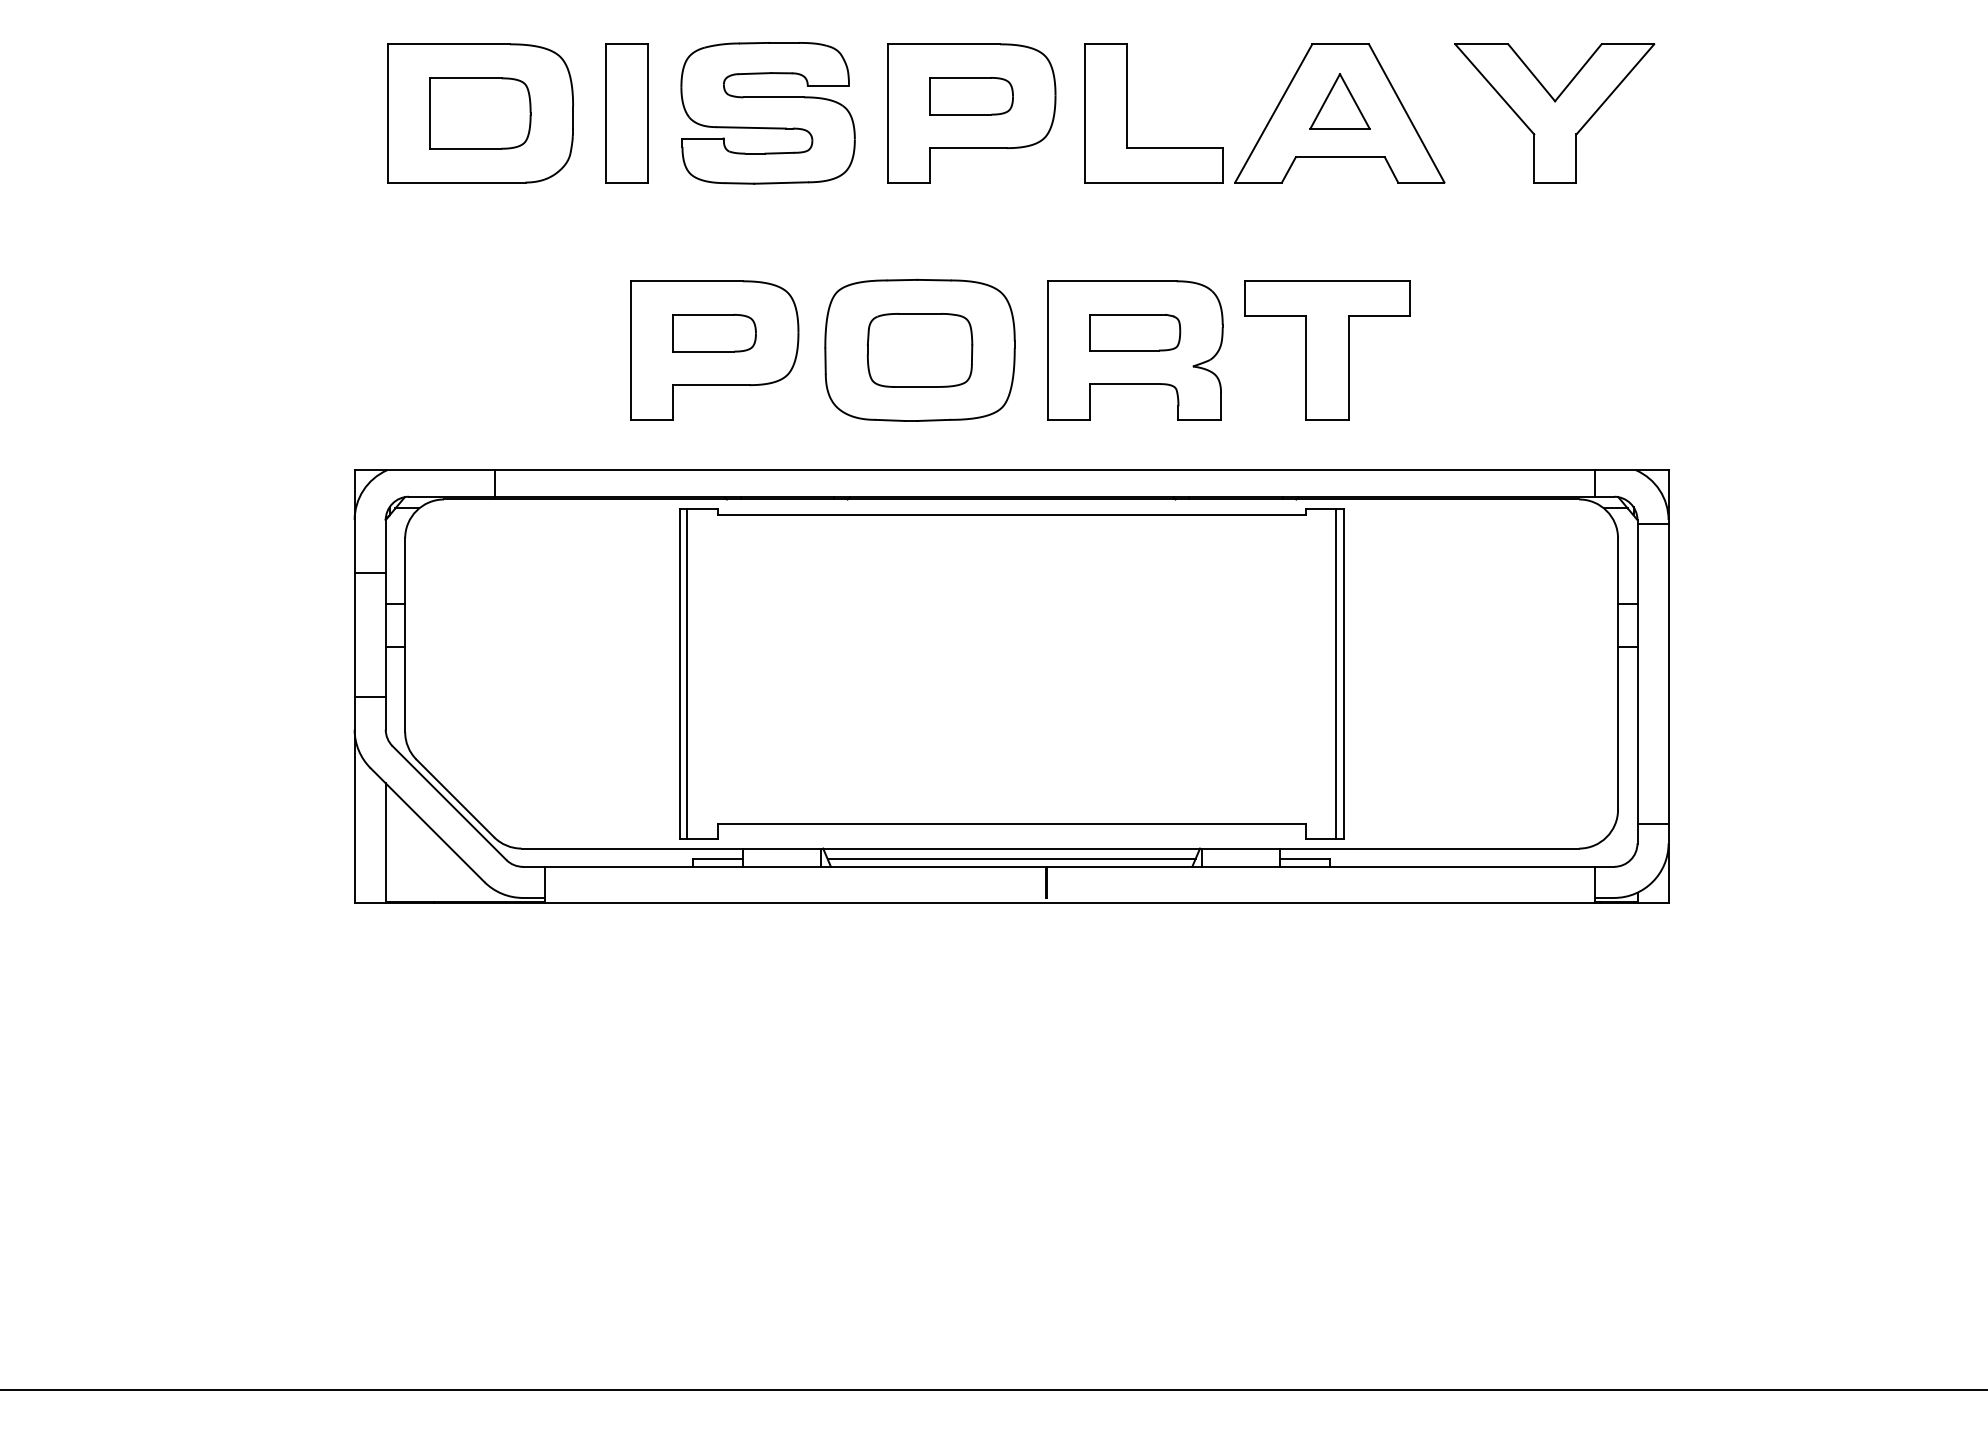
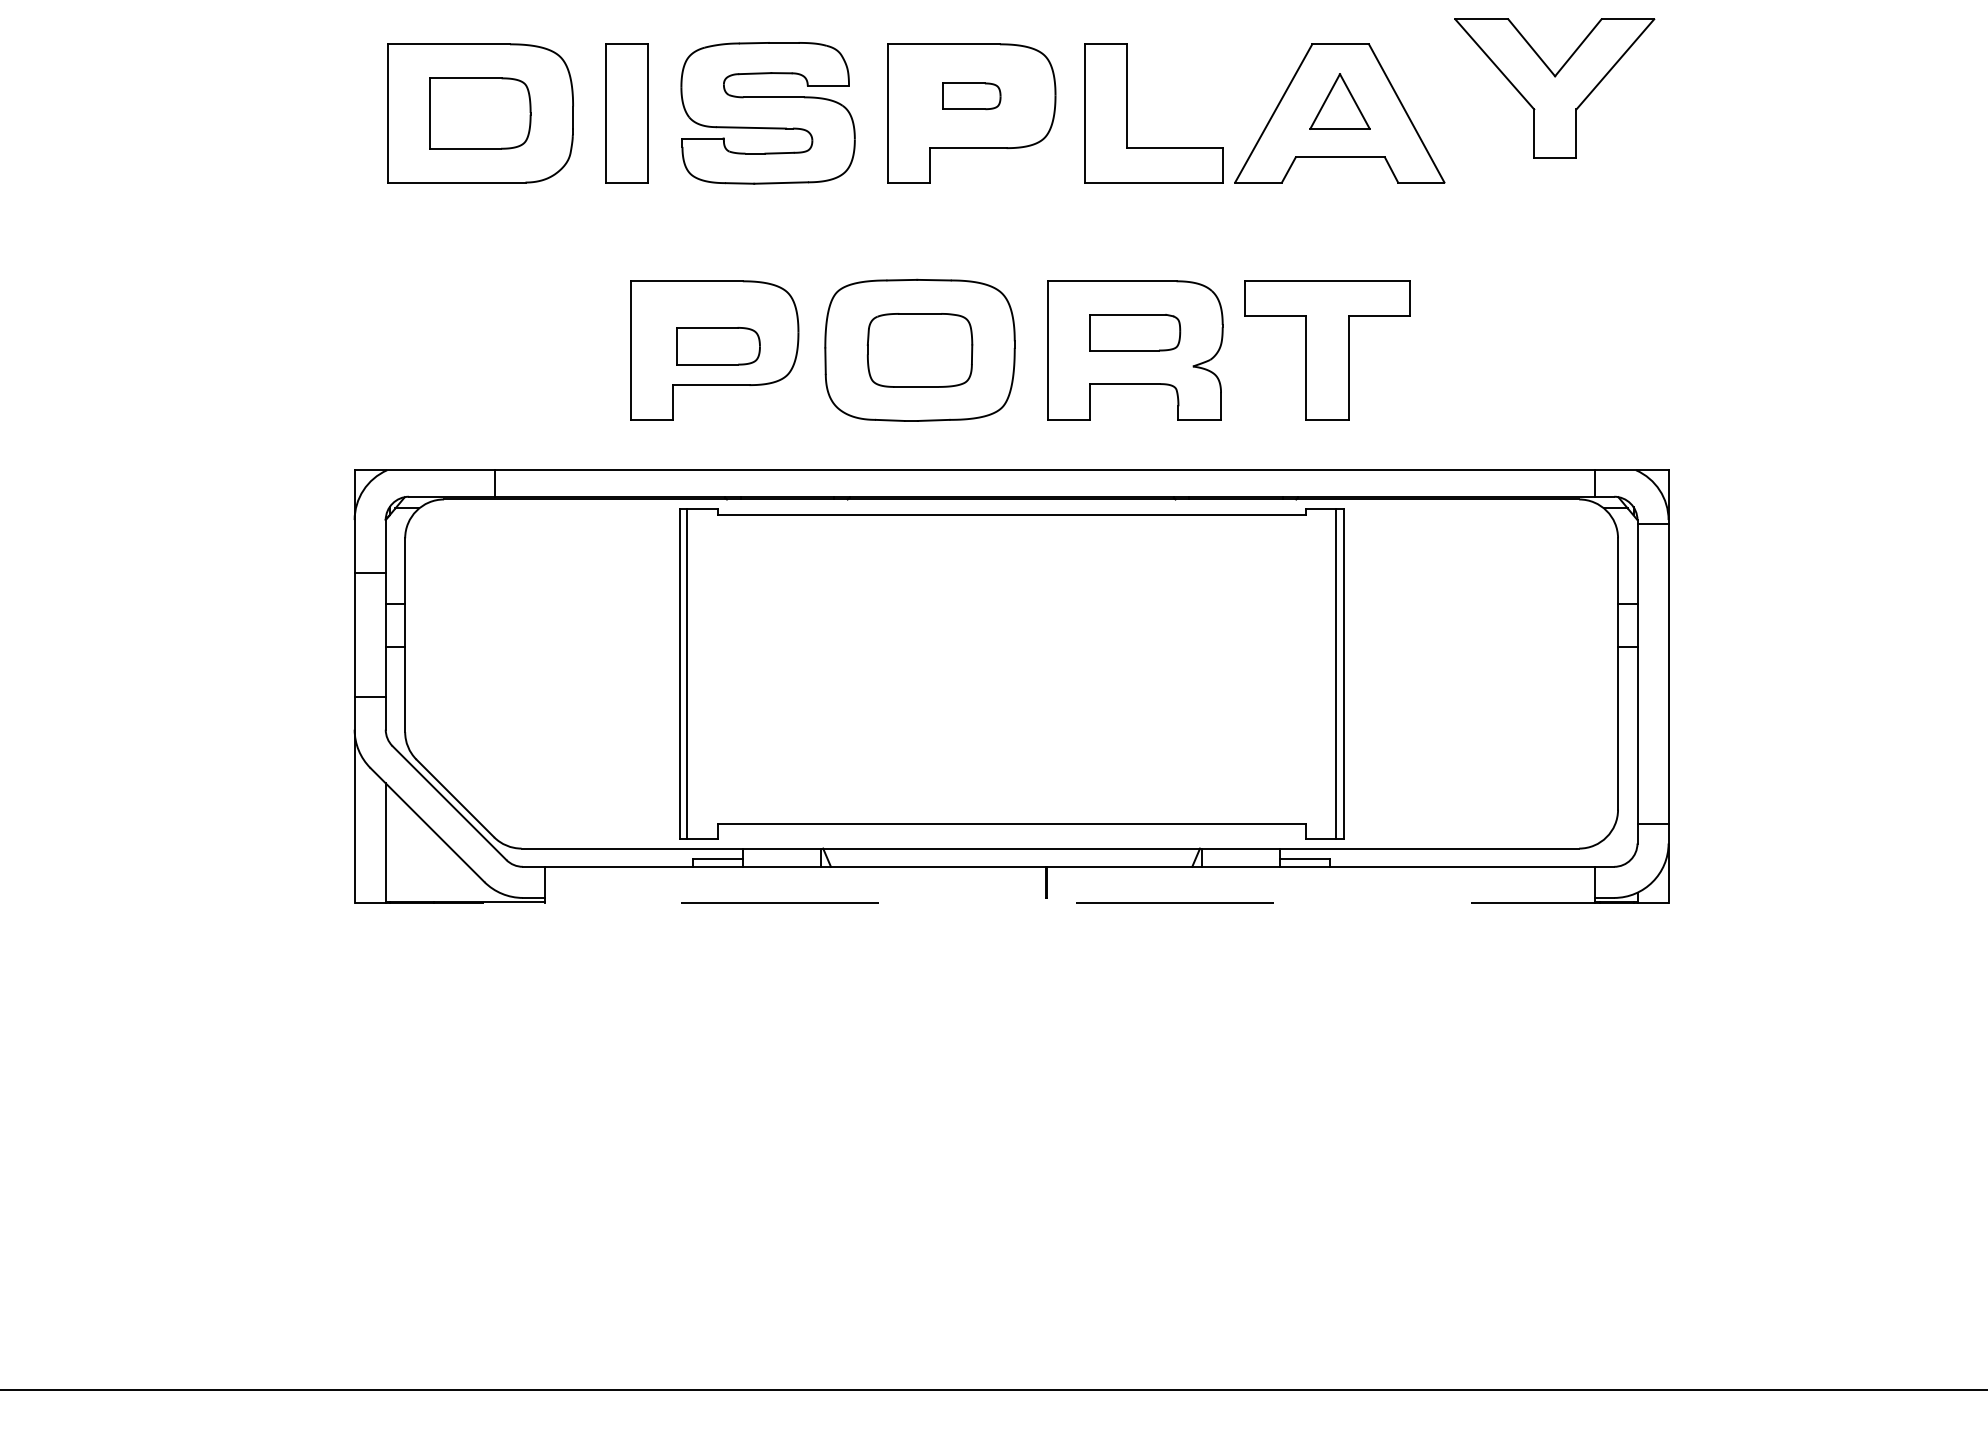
part at (971, 96) size: 85x39 px -> 60x29 px
part at (1554, 113) position: (1554, 113) -> (1554, 88)
part at (714, 333) position: (714, 333) -> (718, 346)
line at (1011, 859): present -> none
line at (1011, 902): solid -> dashed
